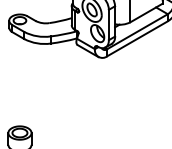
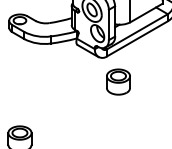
part at (118, 81): none -> present
